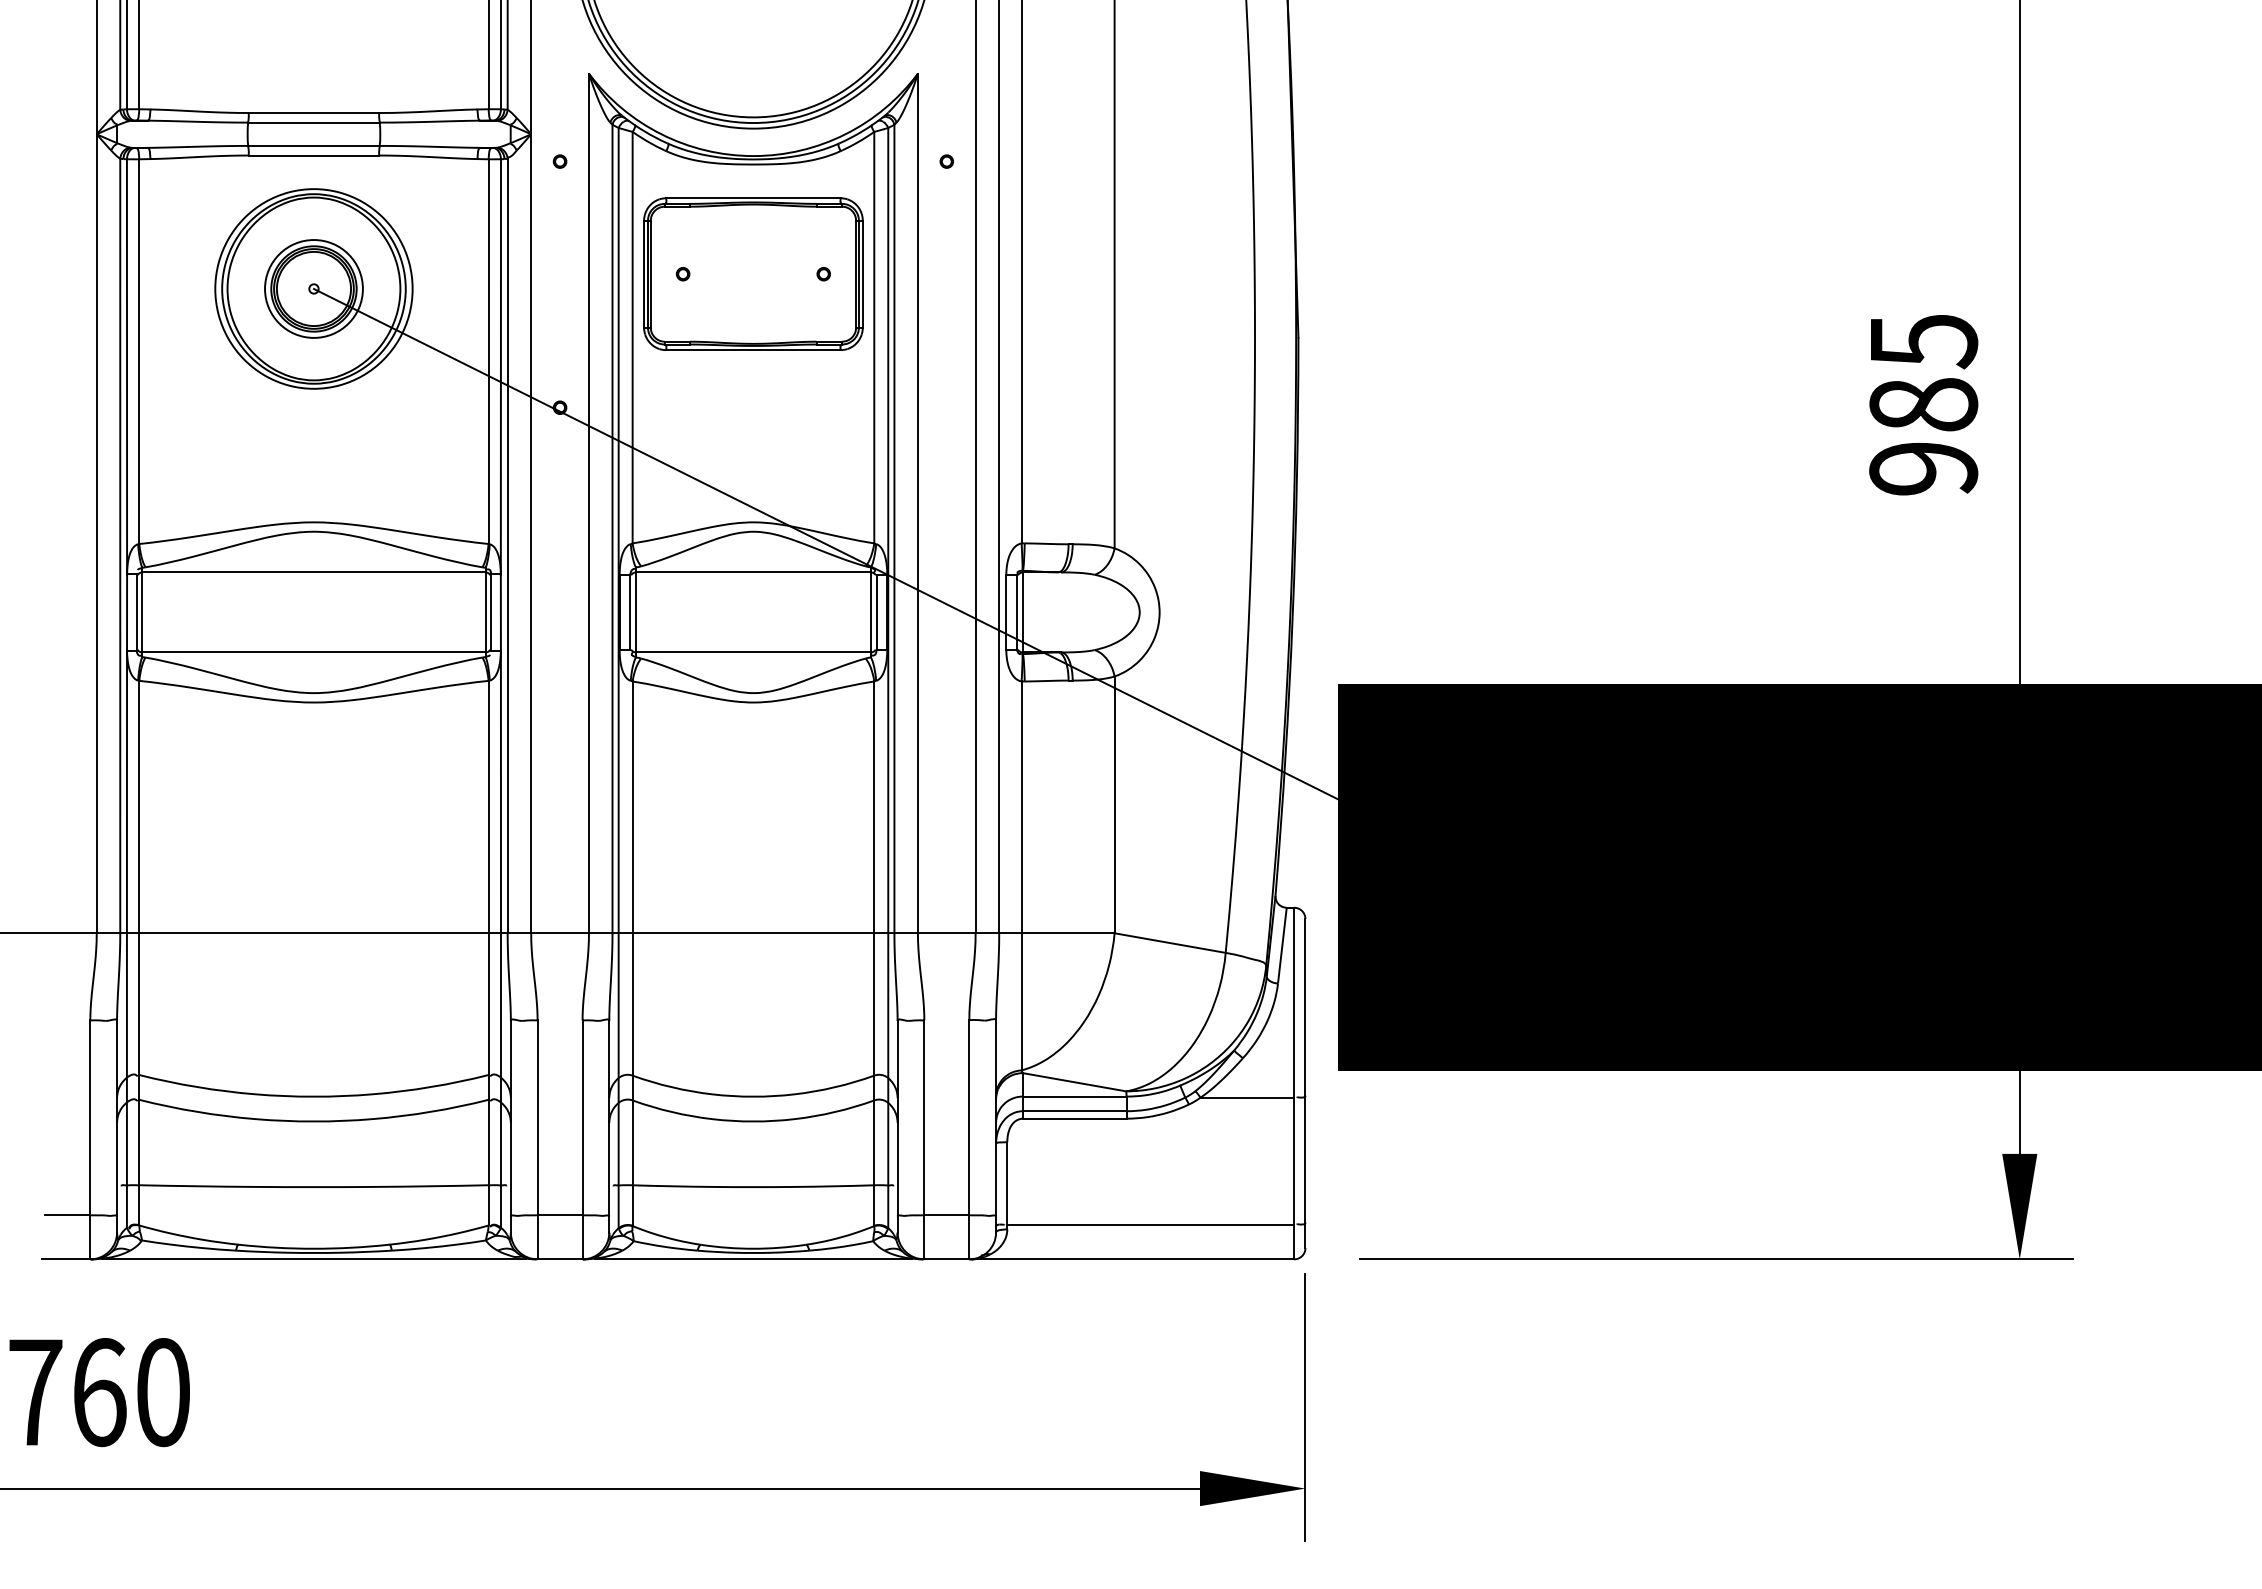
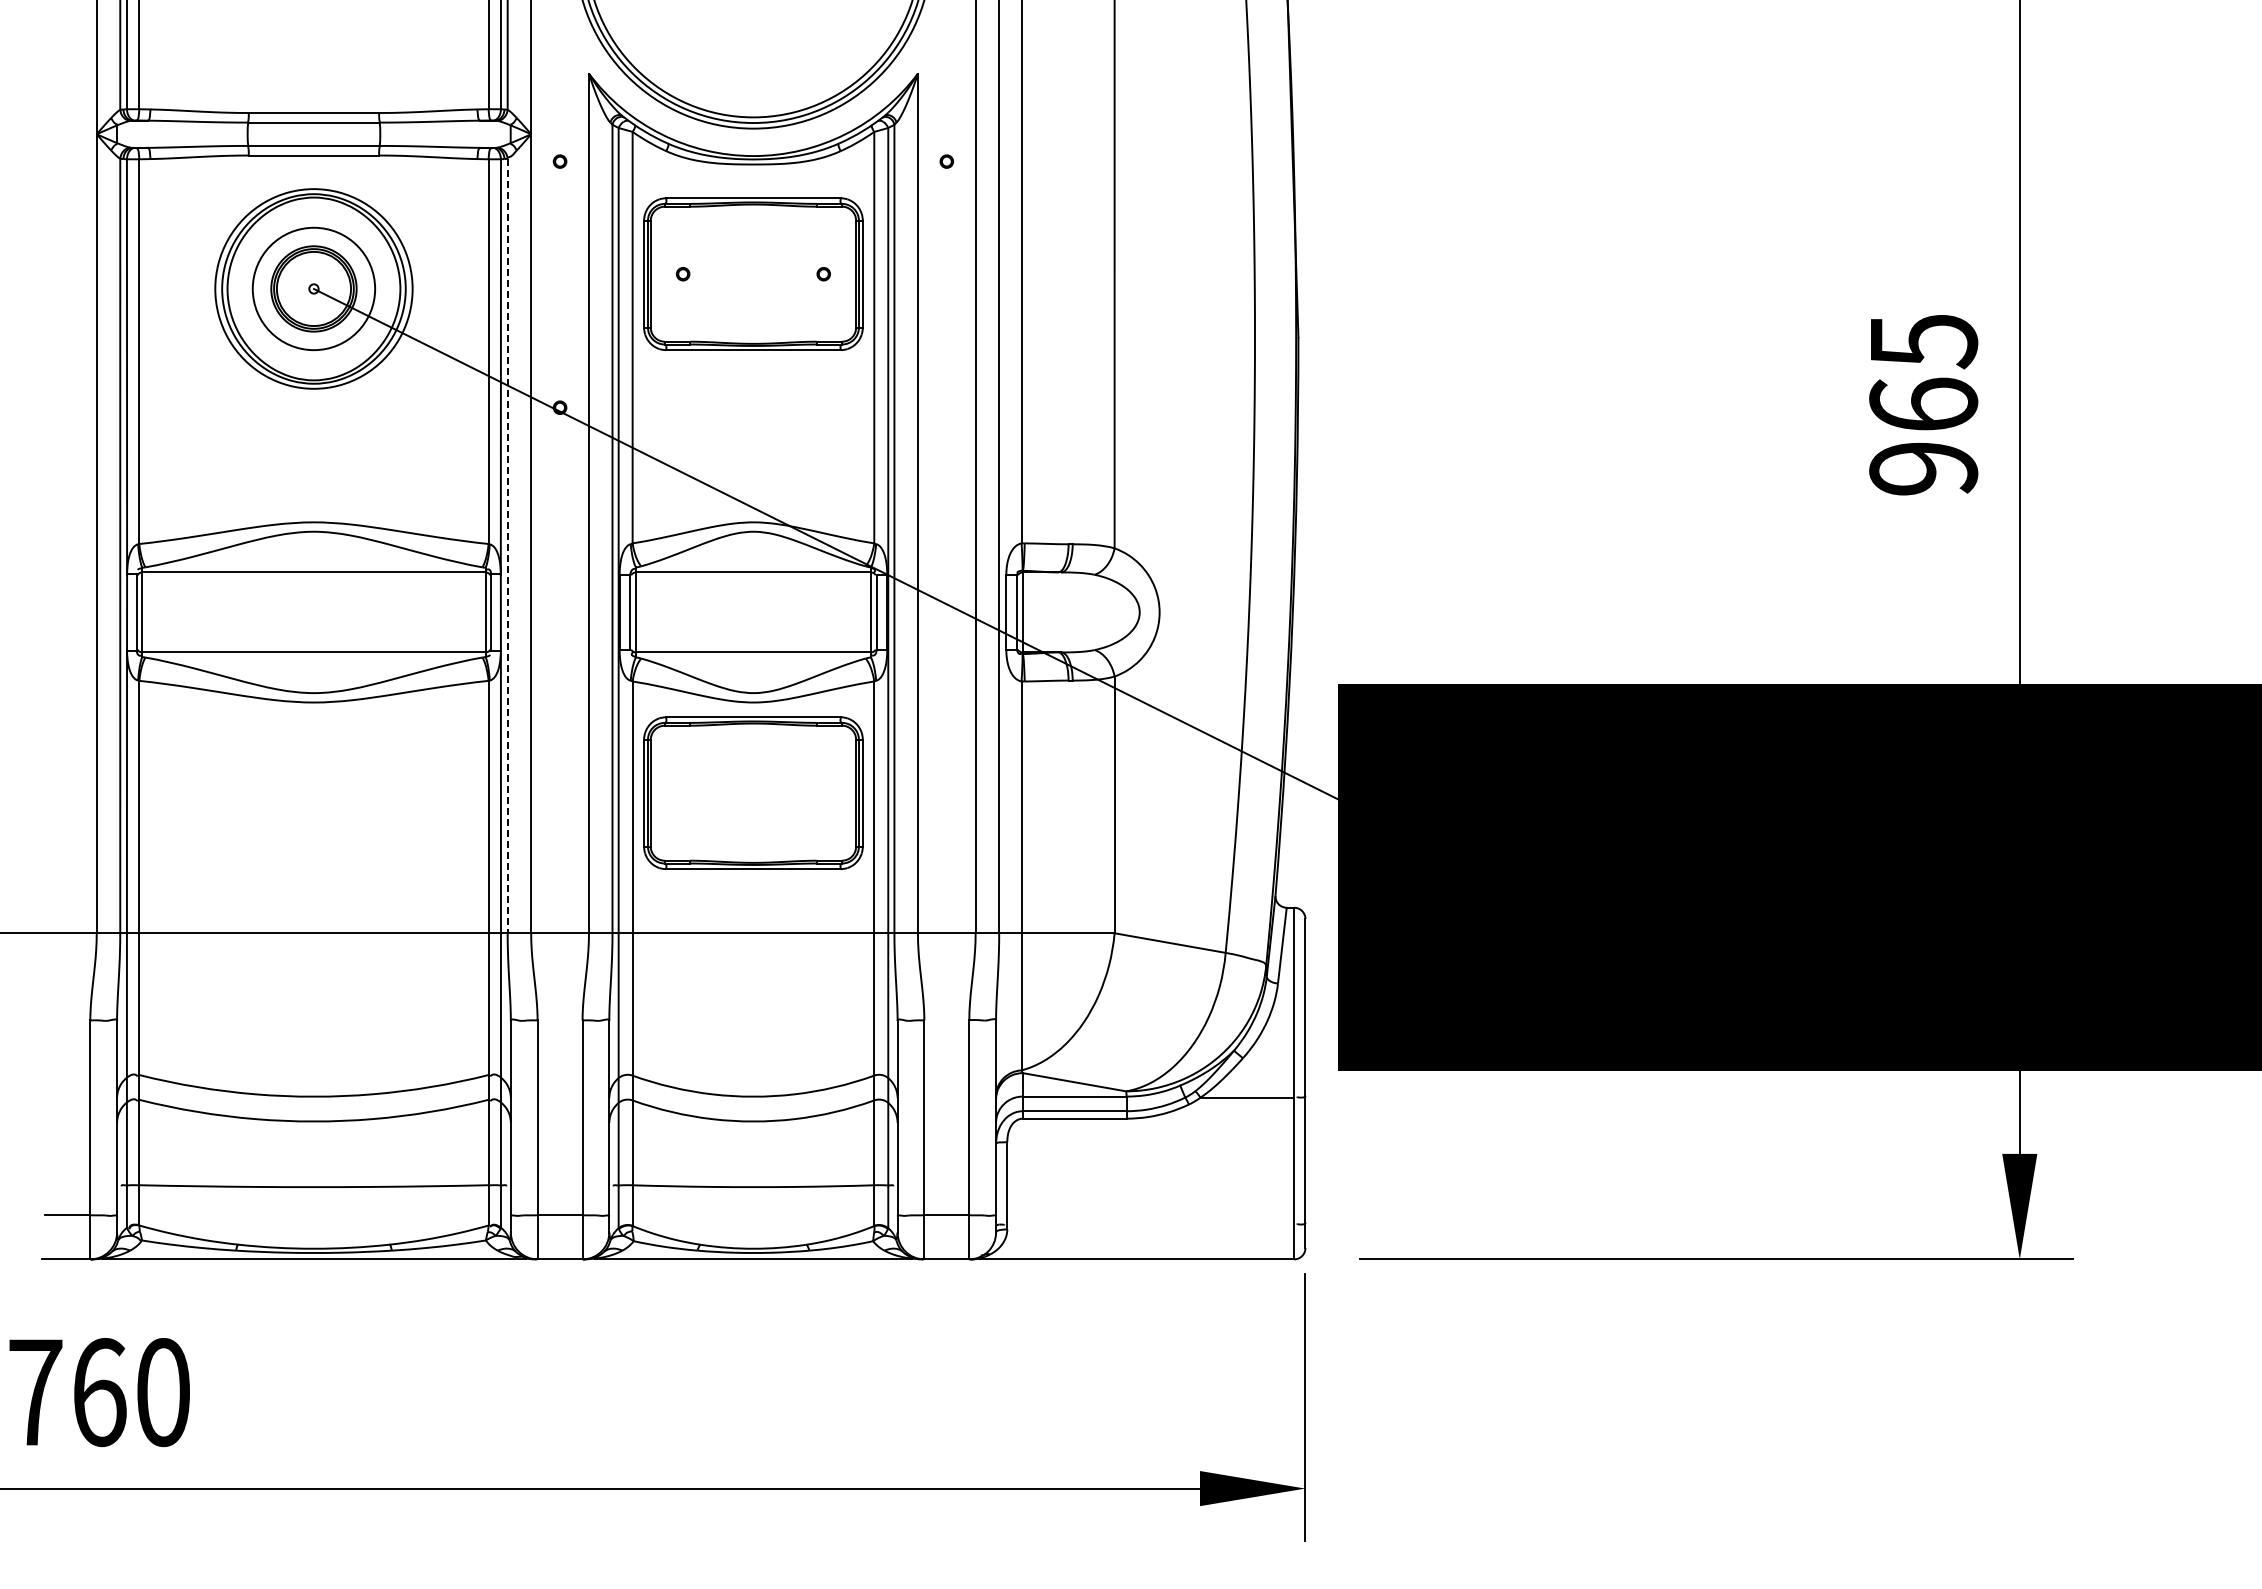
circle at (313, 288) diameter: 98 px -> 122 px
text at (1923, 404): 985 -> 965
line at (507, 546): solid -> dashed
part at (753, 792): none -> present
line at (1150, 1224): present -> none
